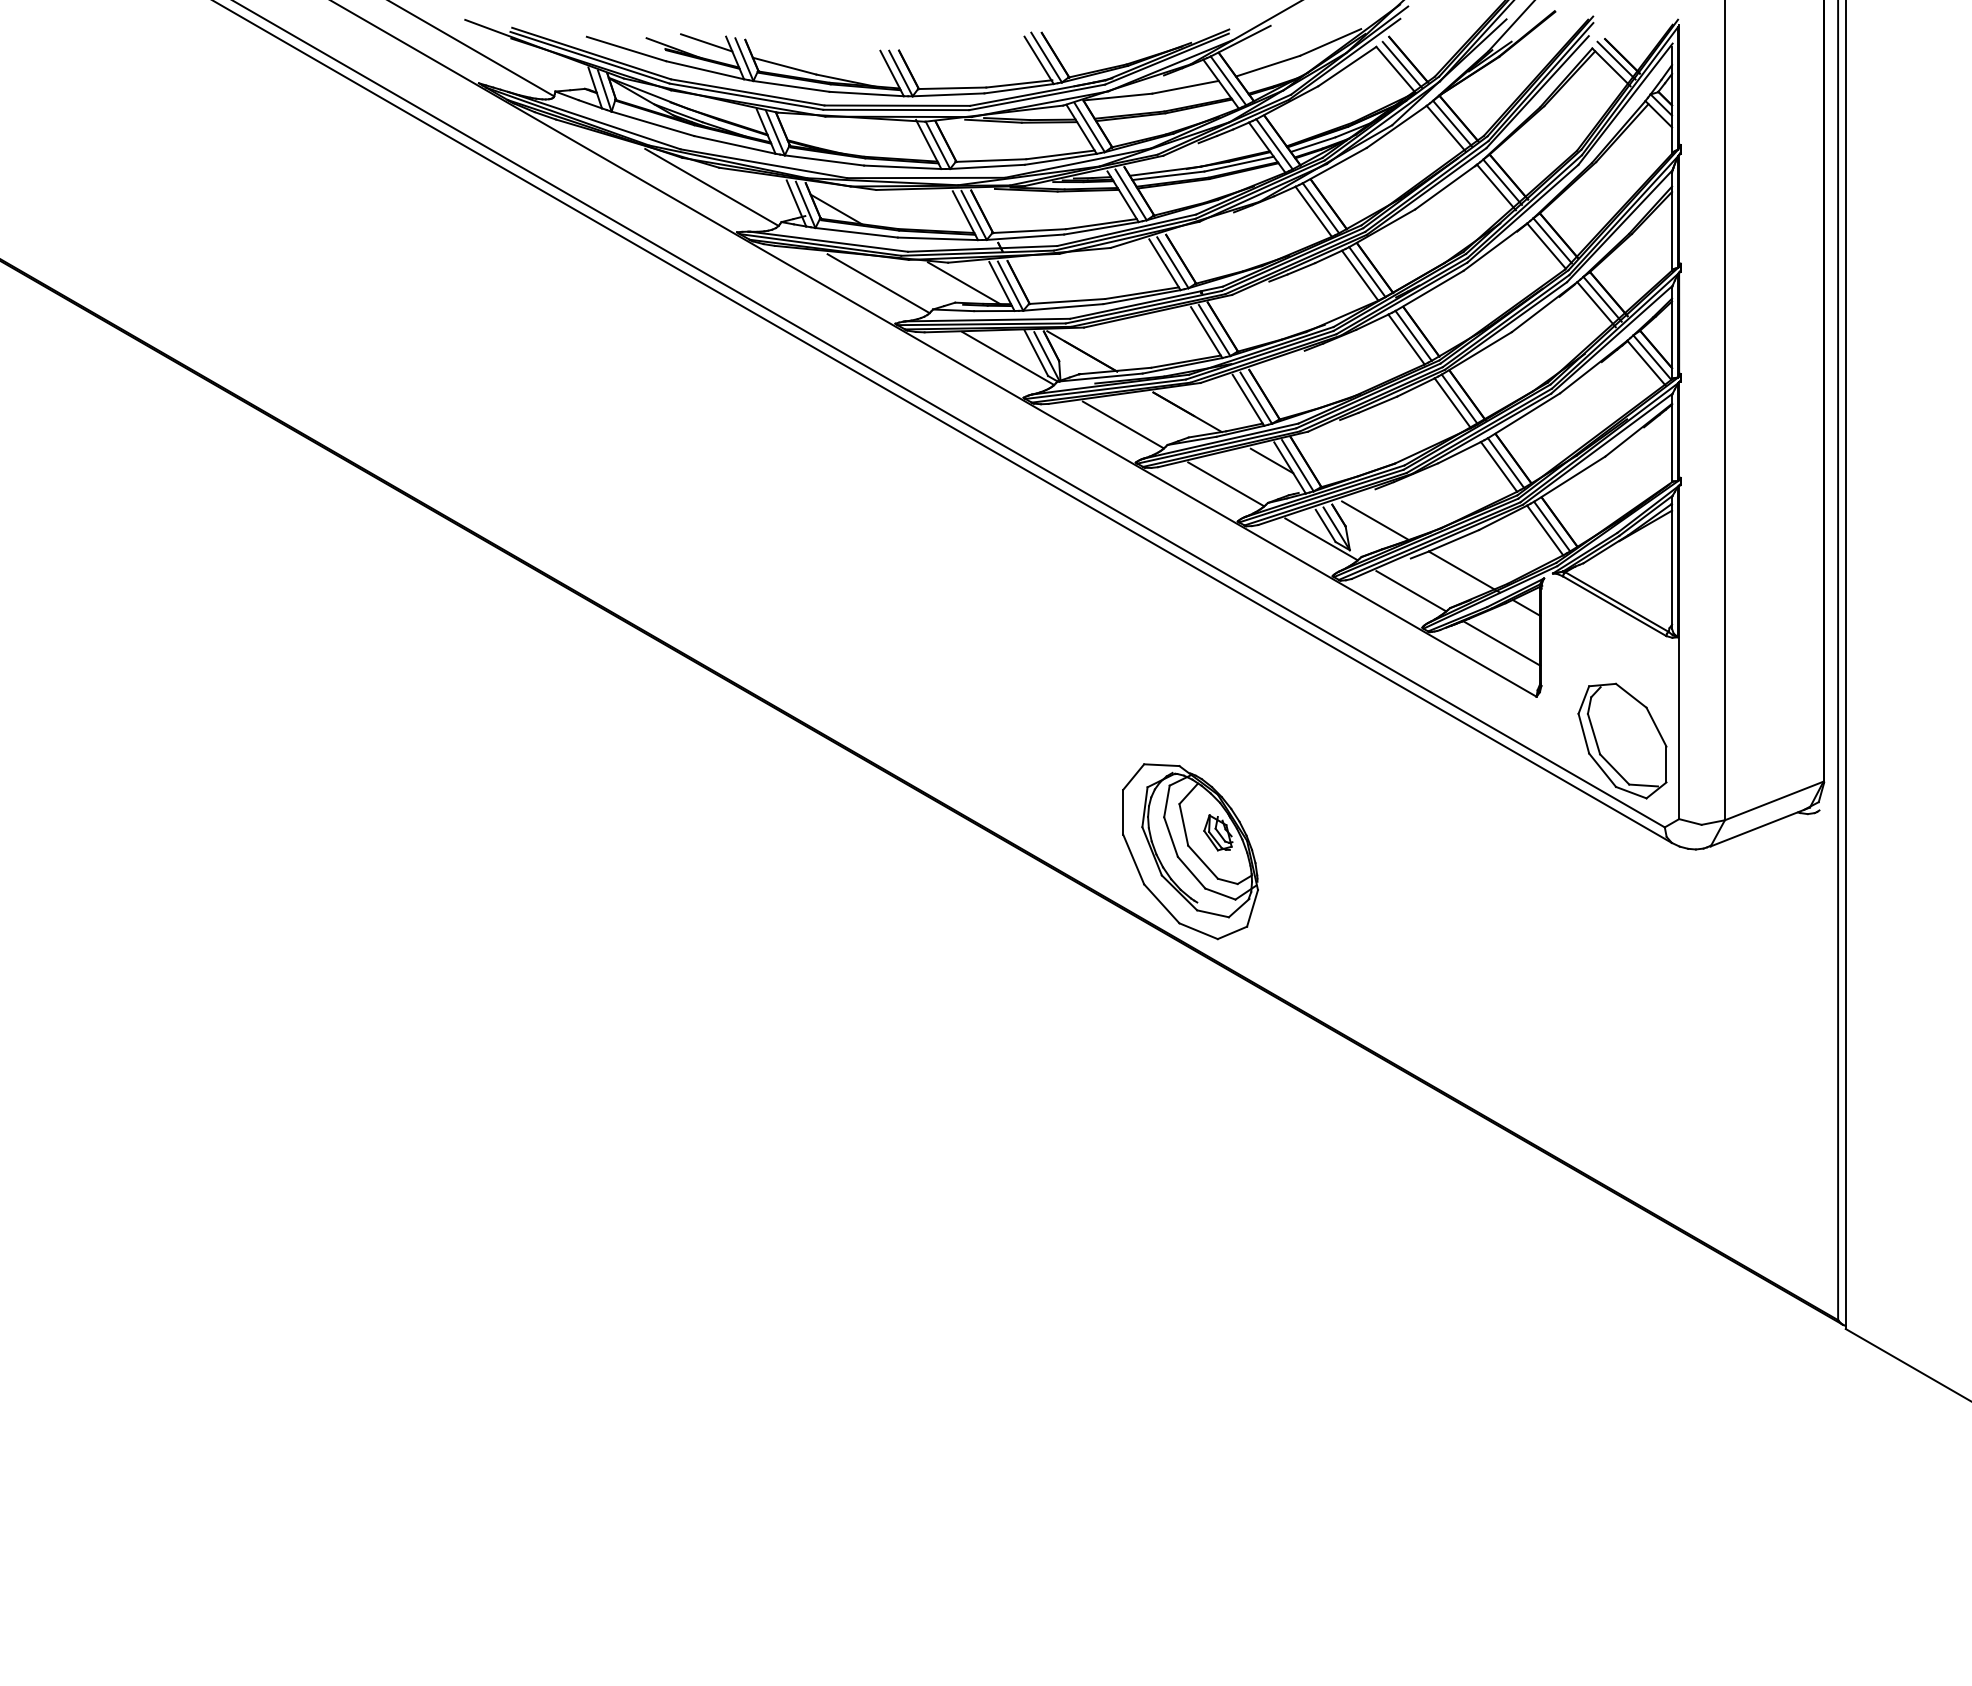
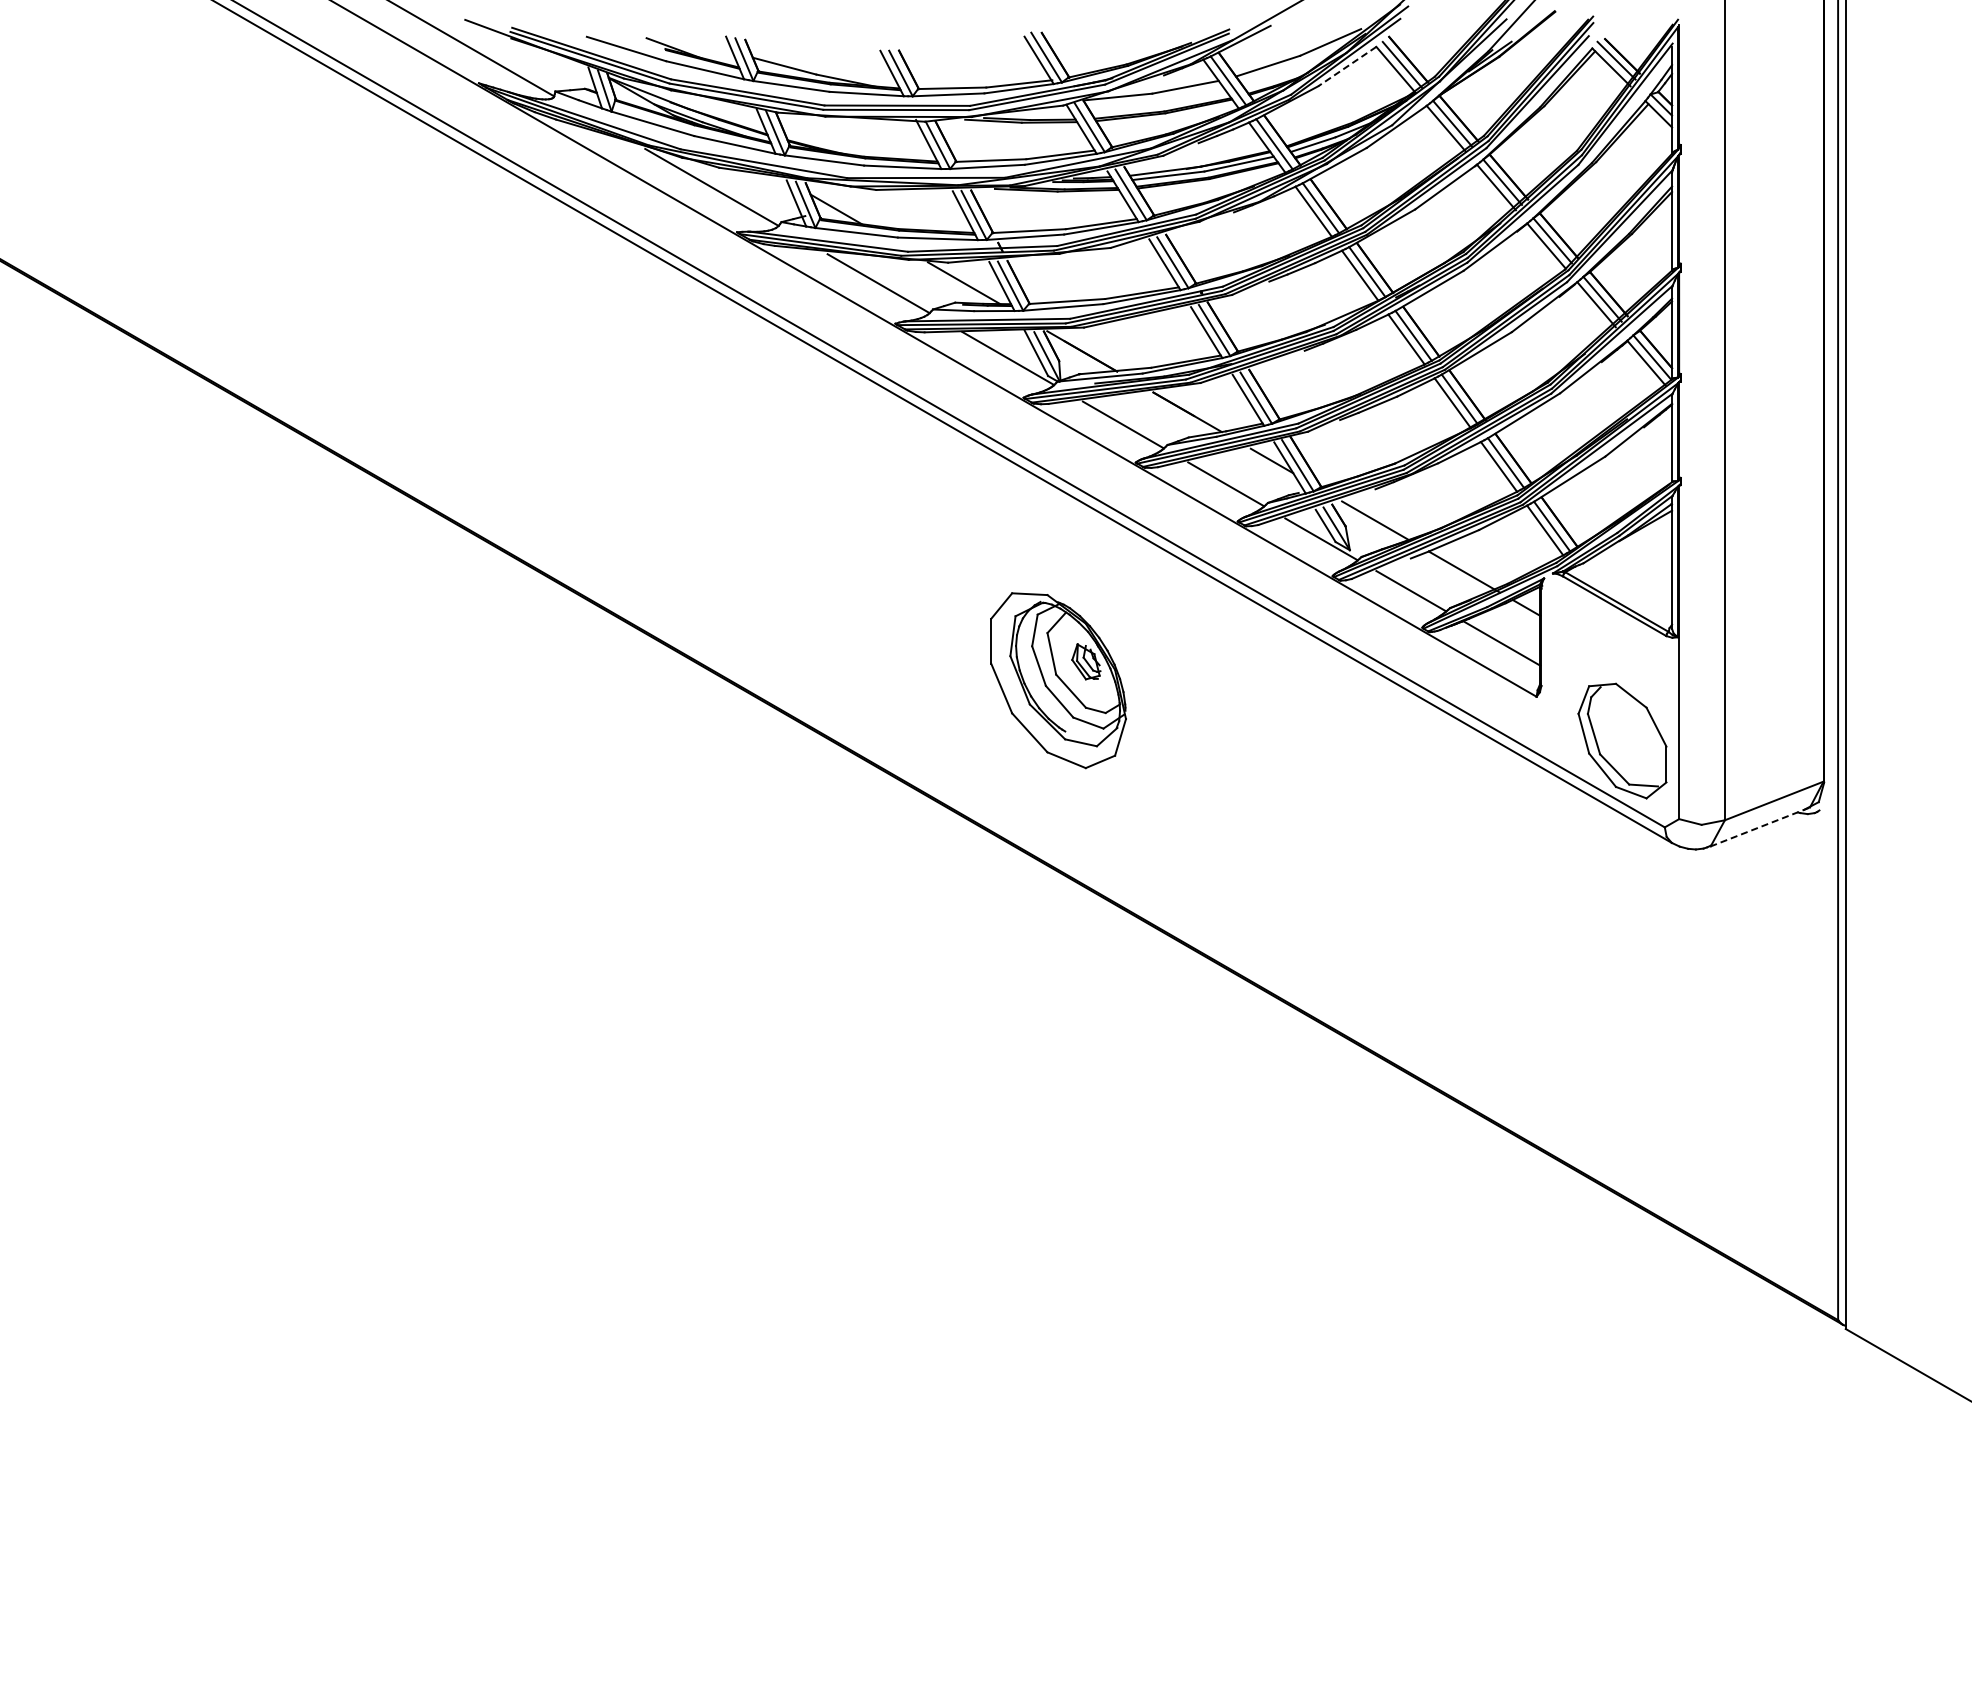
line at (706, 42): present -> none
line at (1346, 66): solid -> dashed
line at (1760, 826): solid -> dashed
part at (1190, 851) position: (1190, 851) -> (1058, 680)
